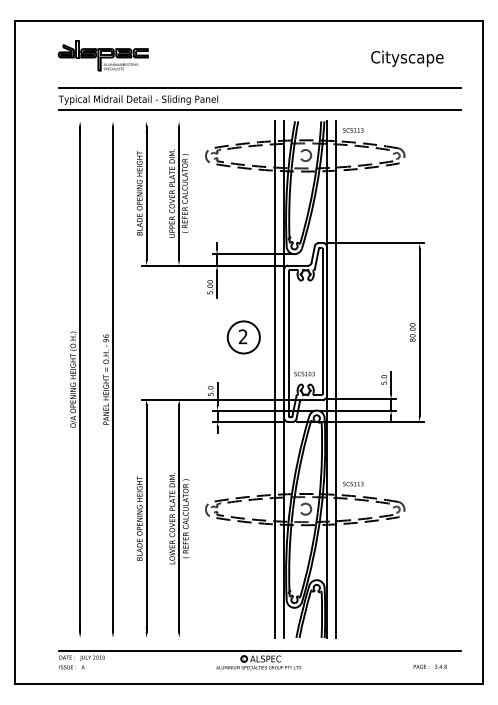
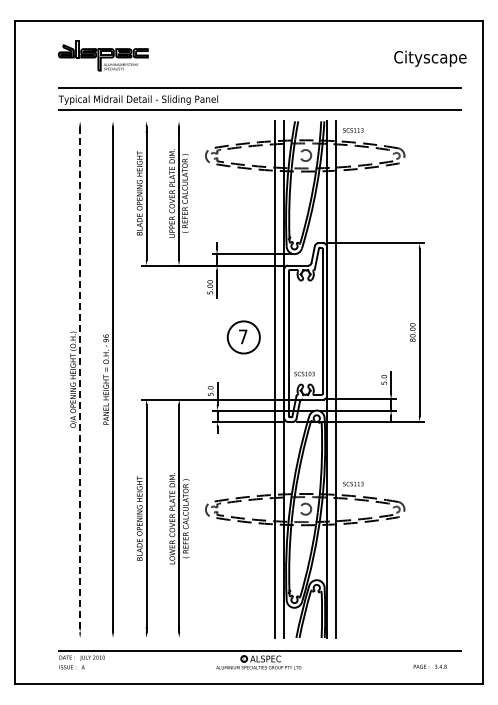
text at (407, 58) position: (407, 58) -> (430, 58)
text at (243, 336): 2 -> 7
line at (80, 379): solid -> dashed
